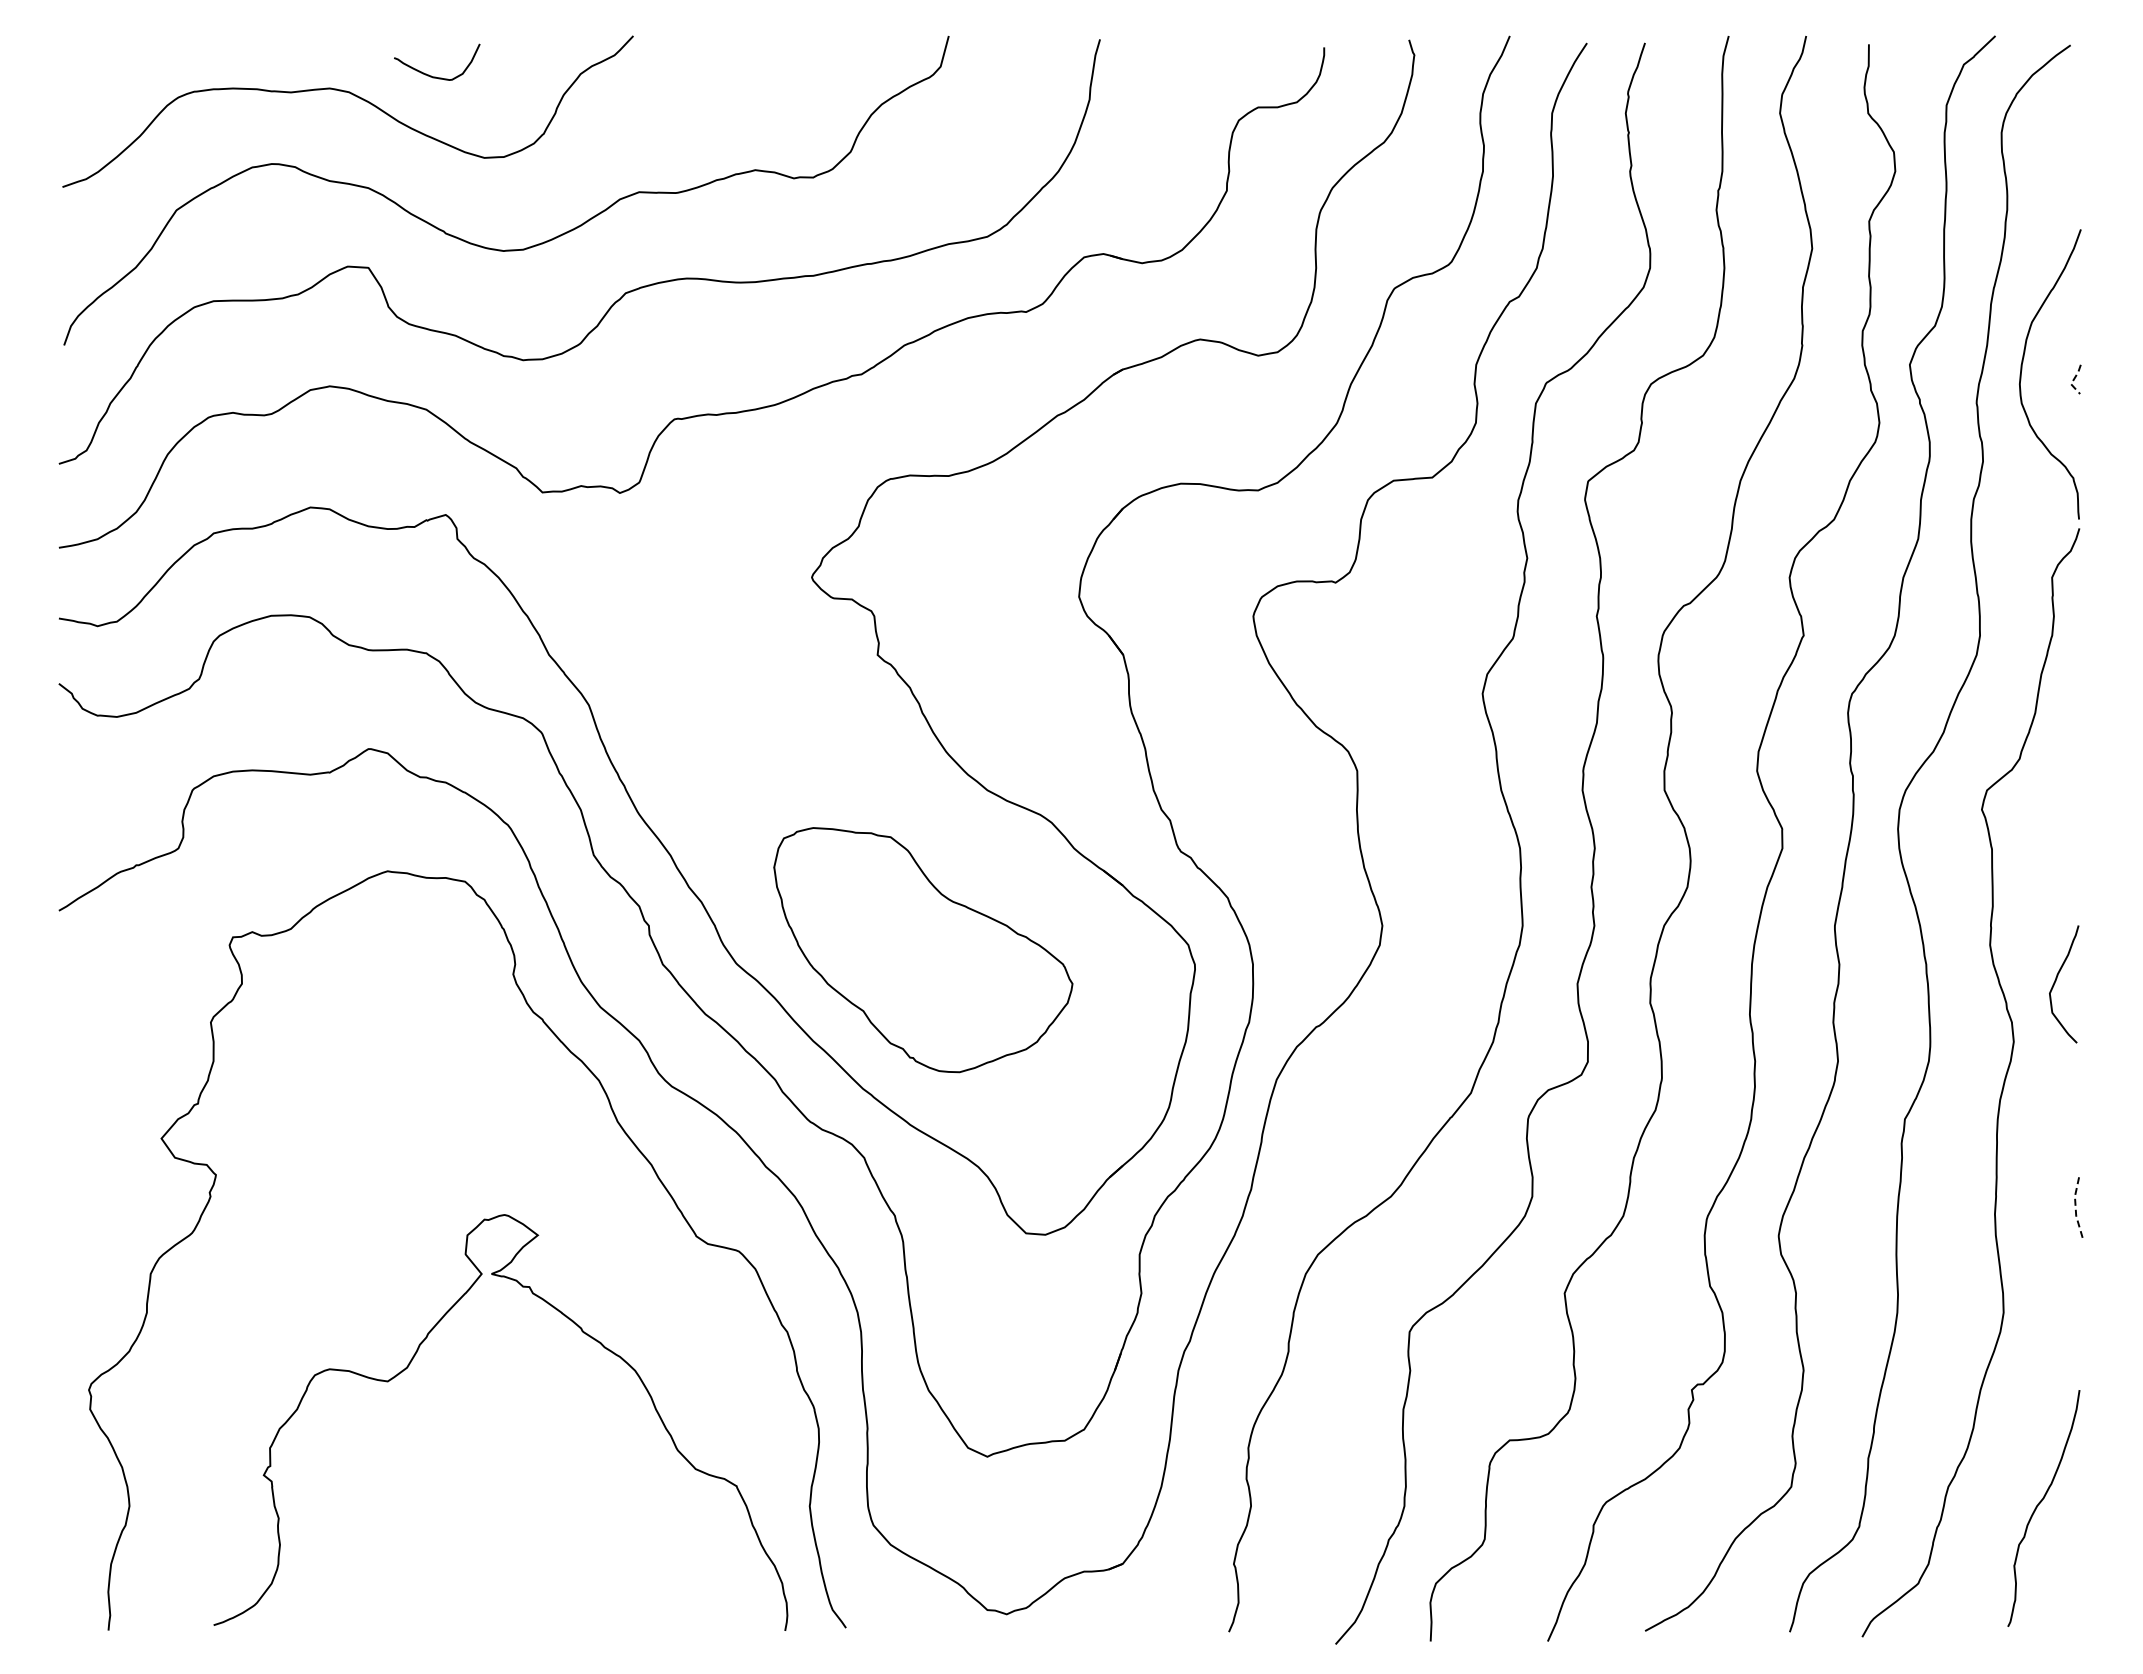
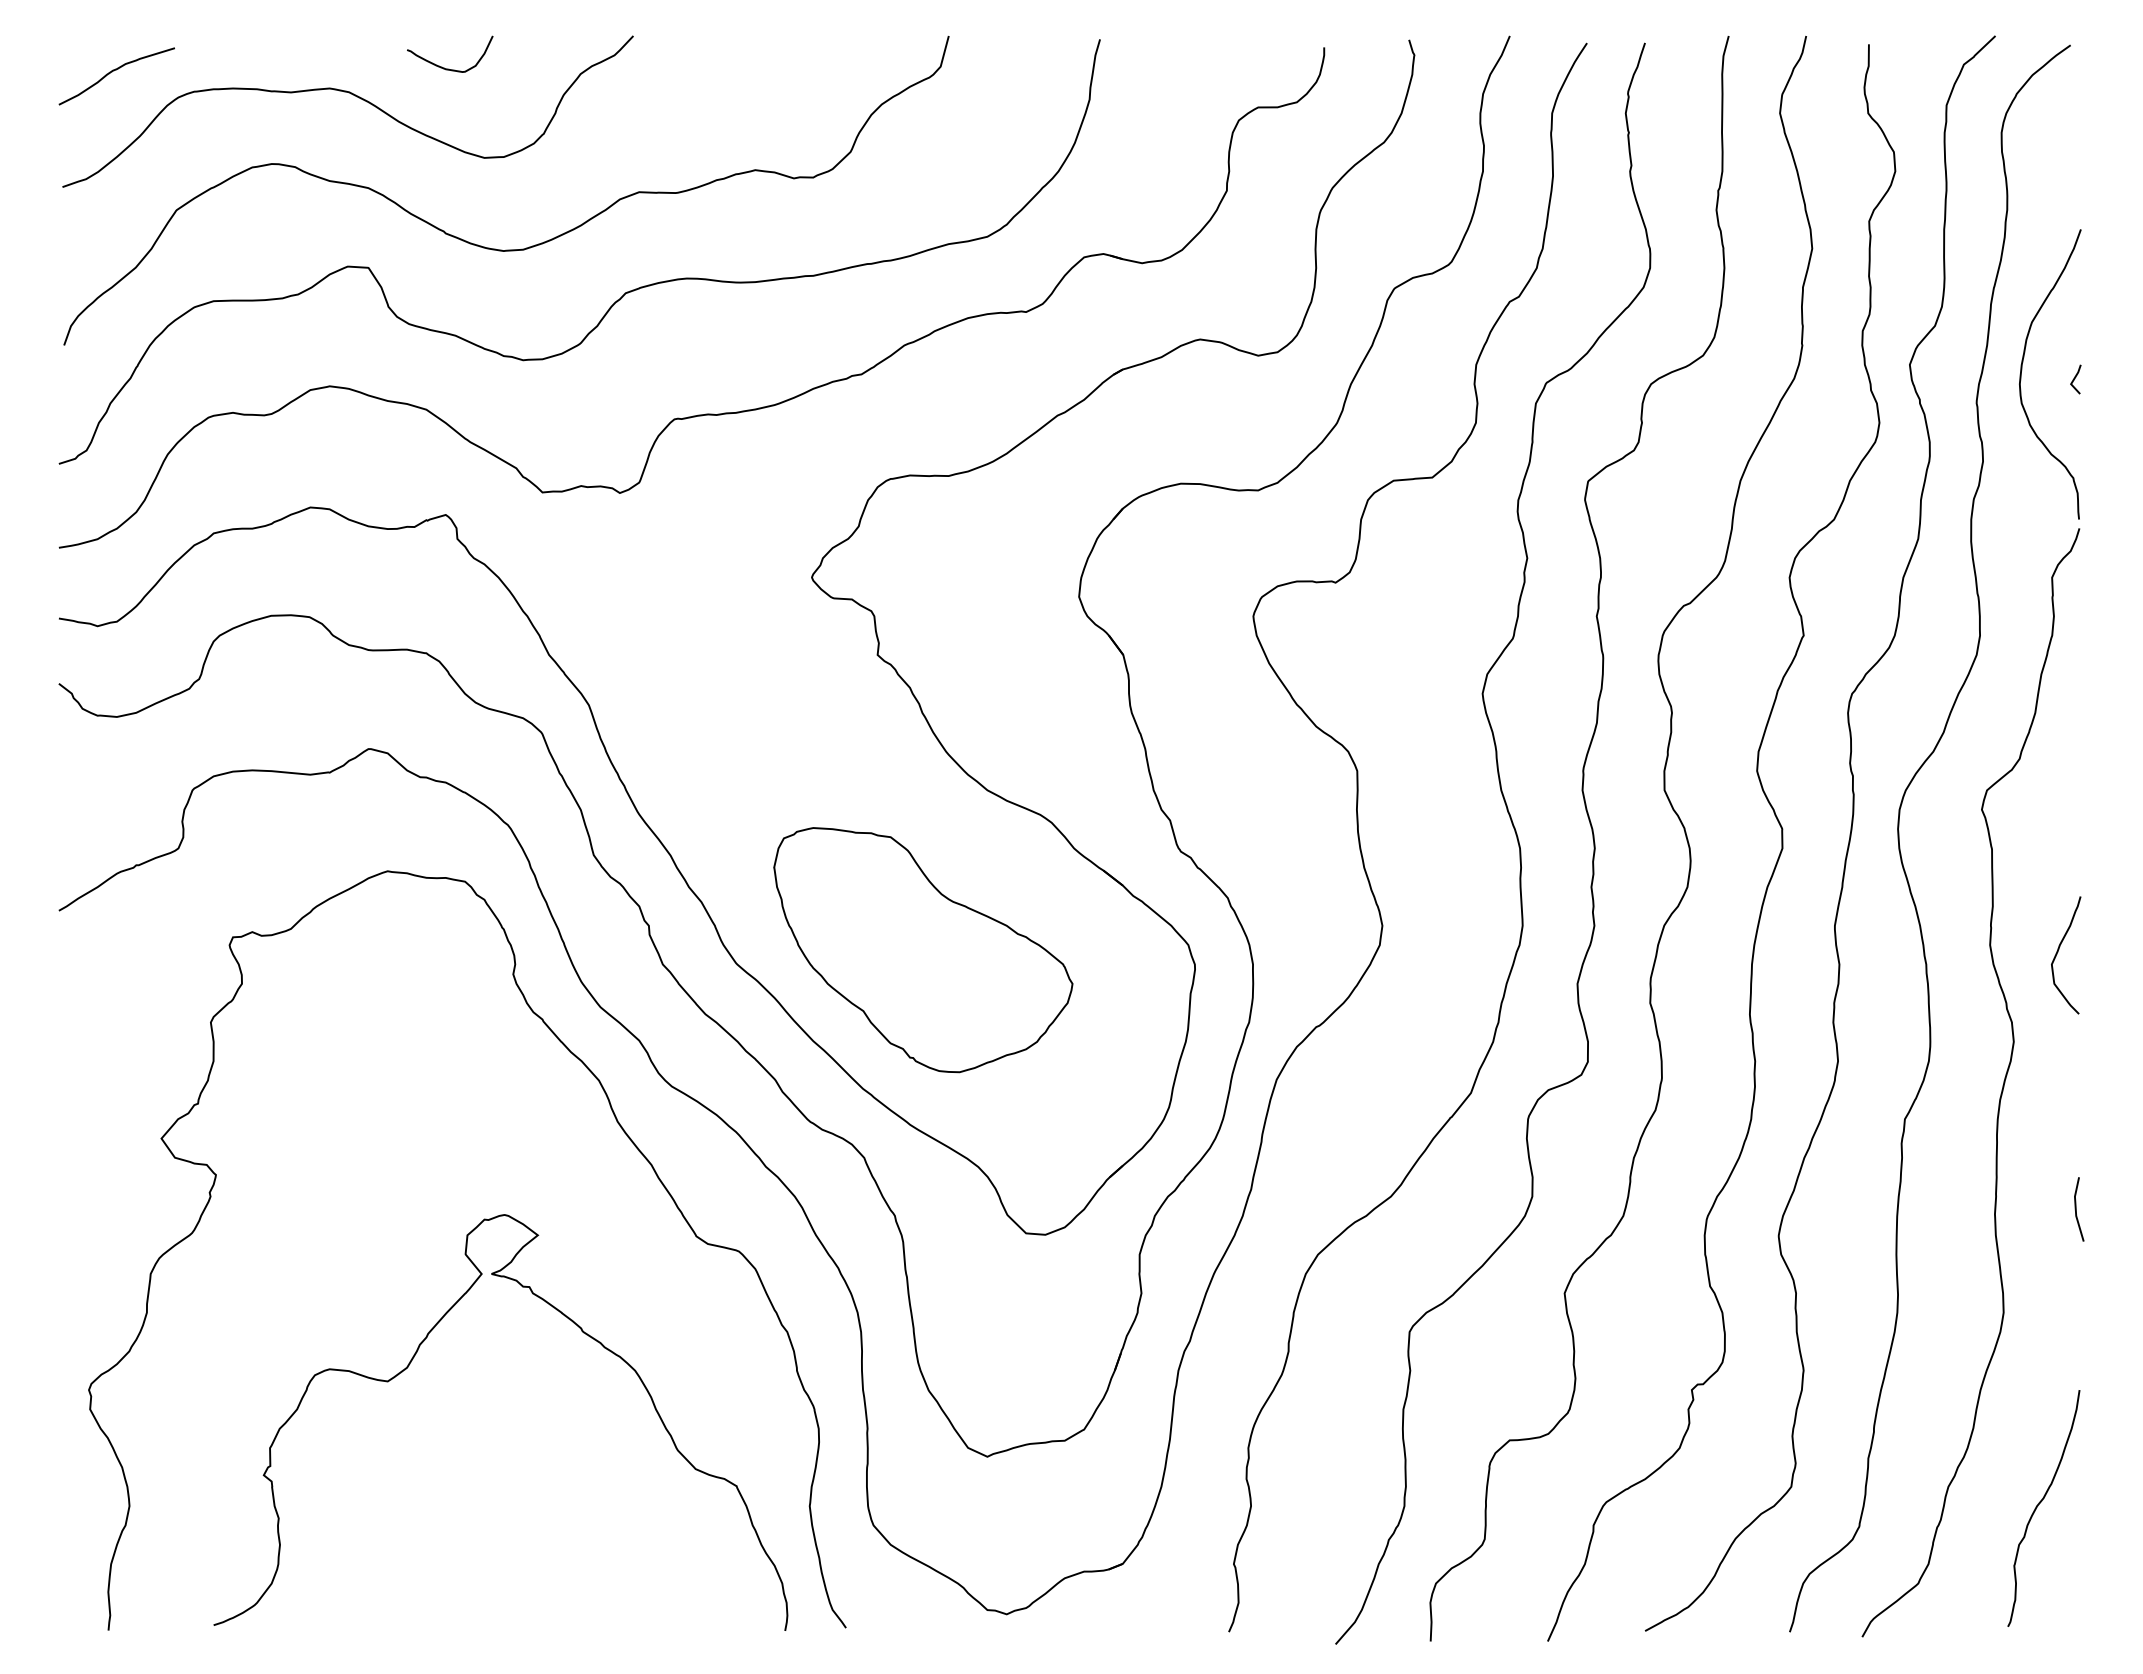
curve at (114, 71): none -> present
curve at (435, 76) position: (435, 76) -> (448, 68)
line at (2073, 380): dashed -> solid
curve at (2056, 981) position: (2056, 981) -> (2058, 952)
line at (2075, 1210): dashed -> solid
